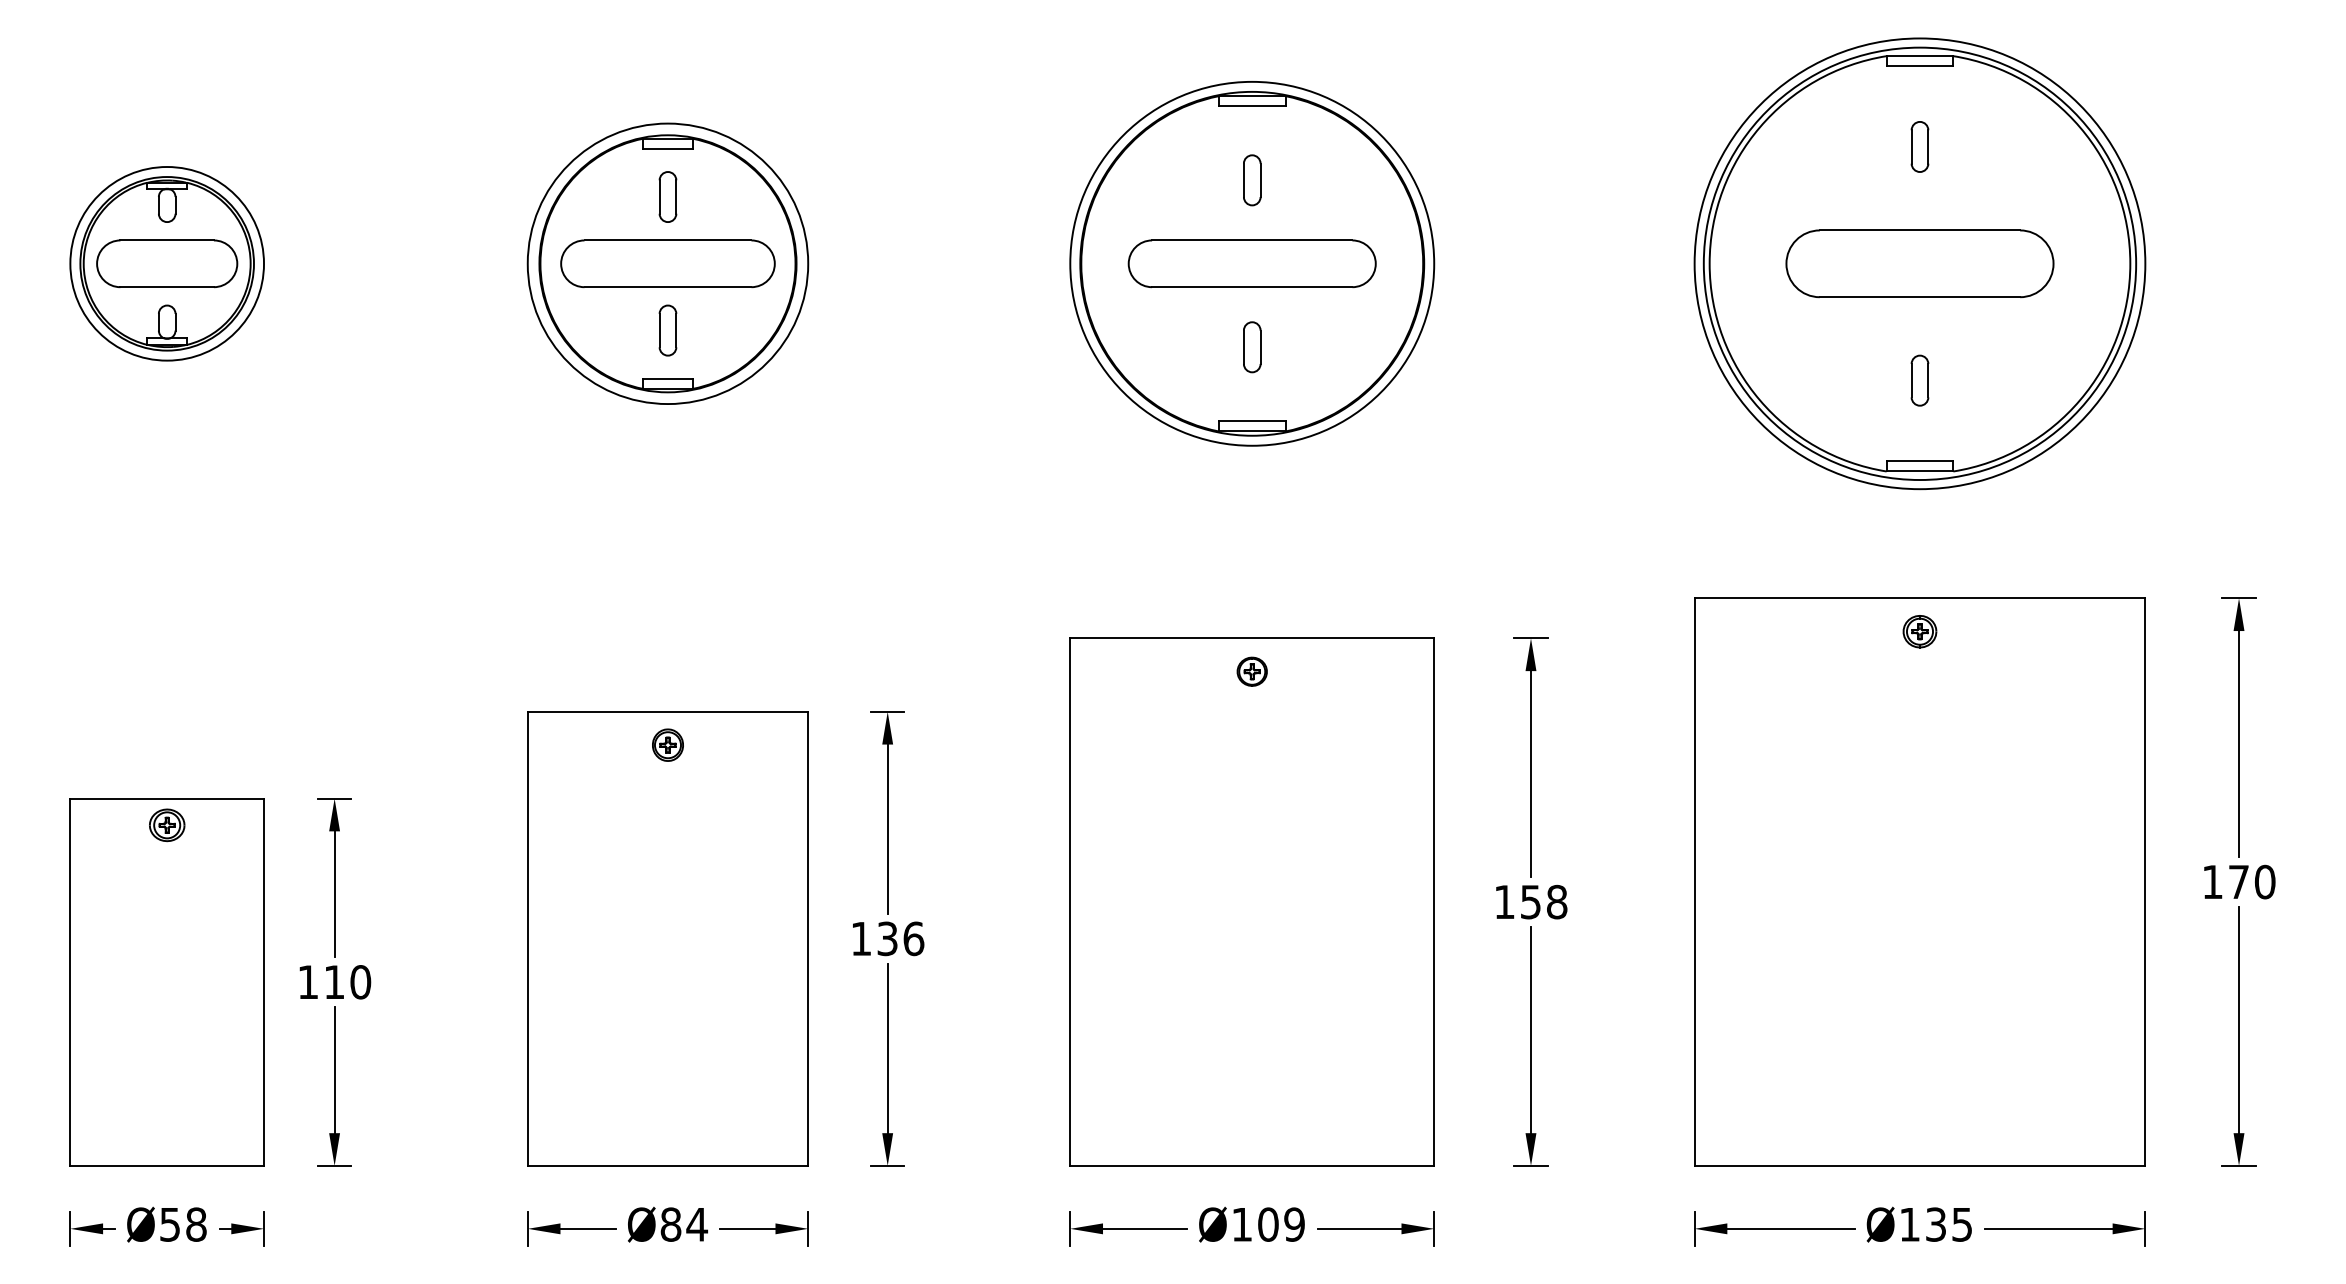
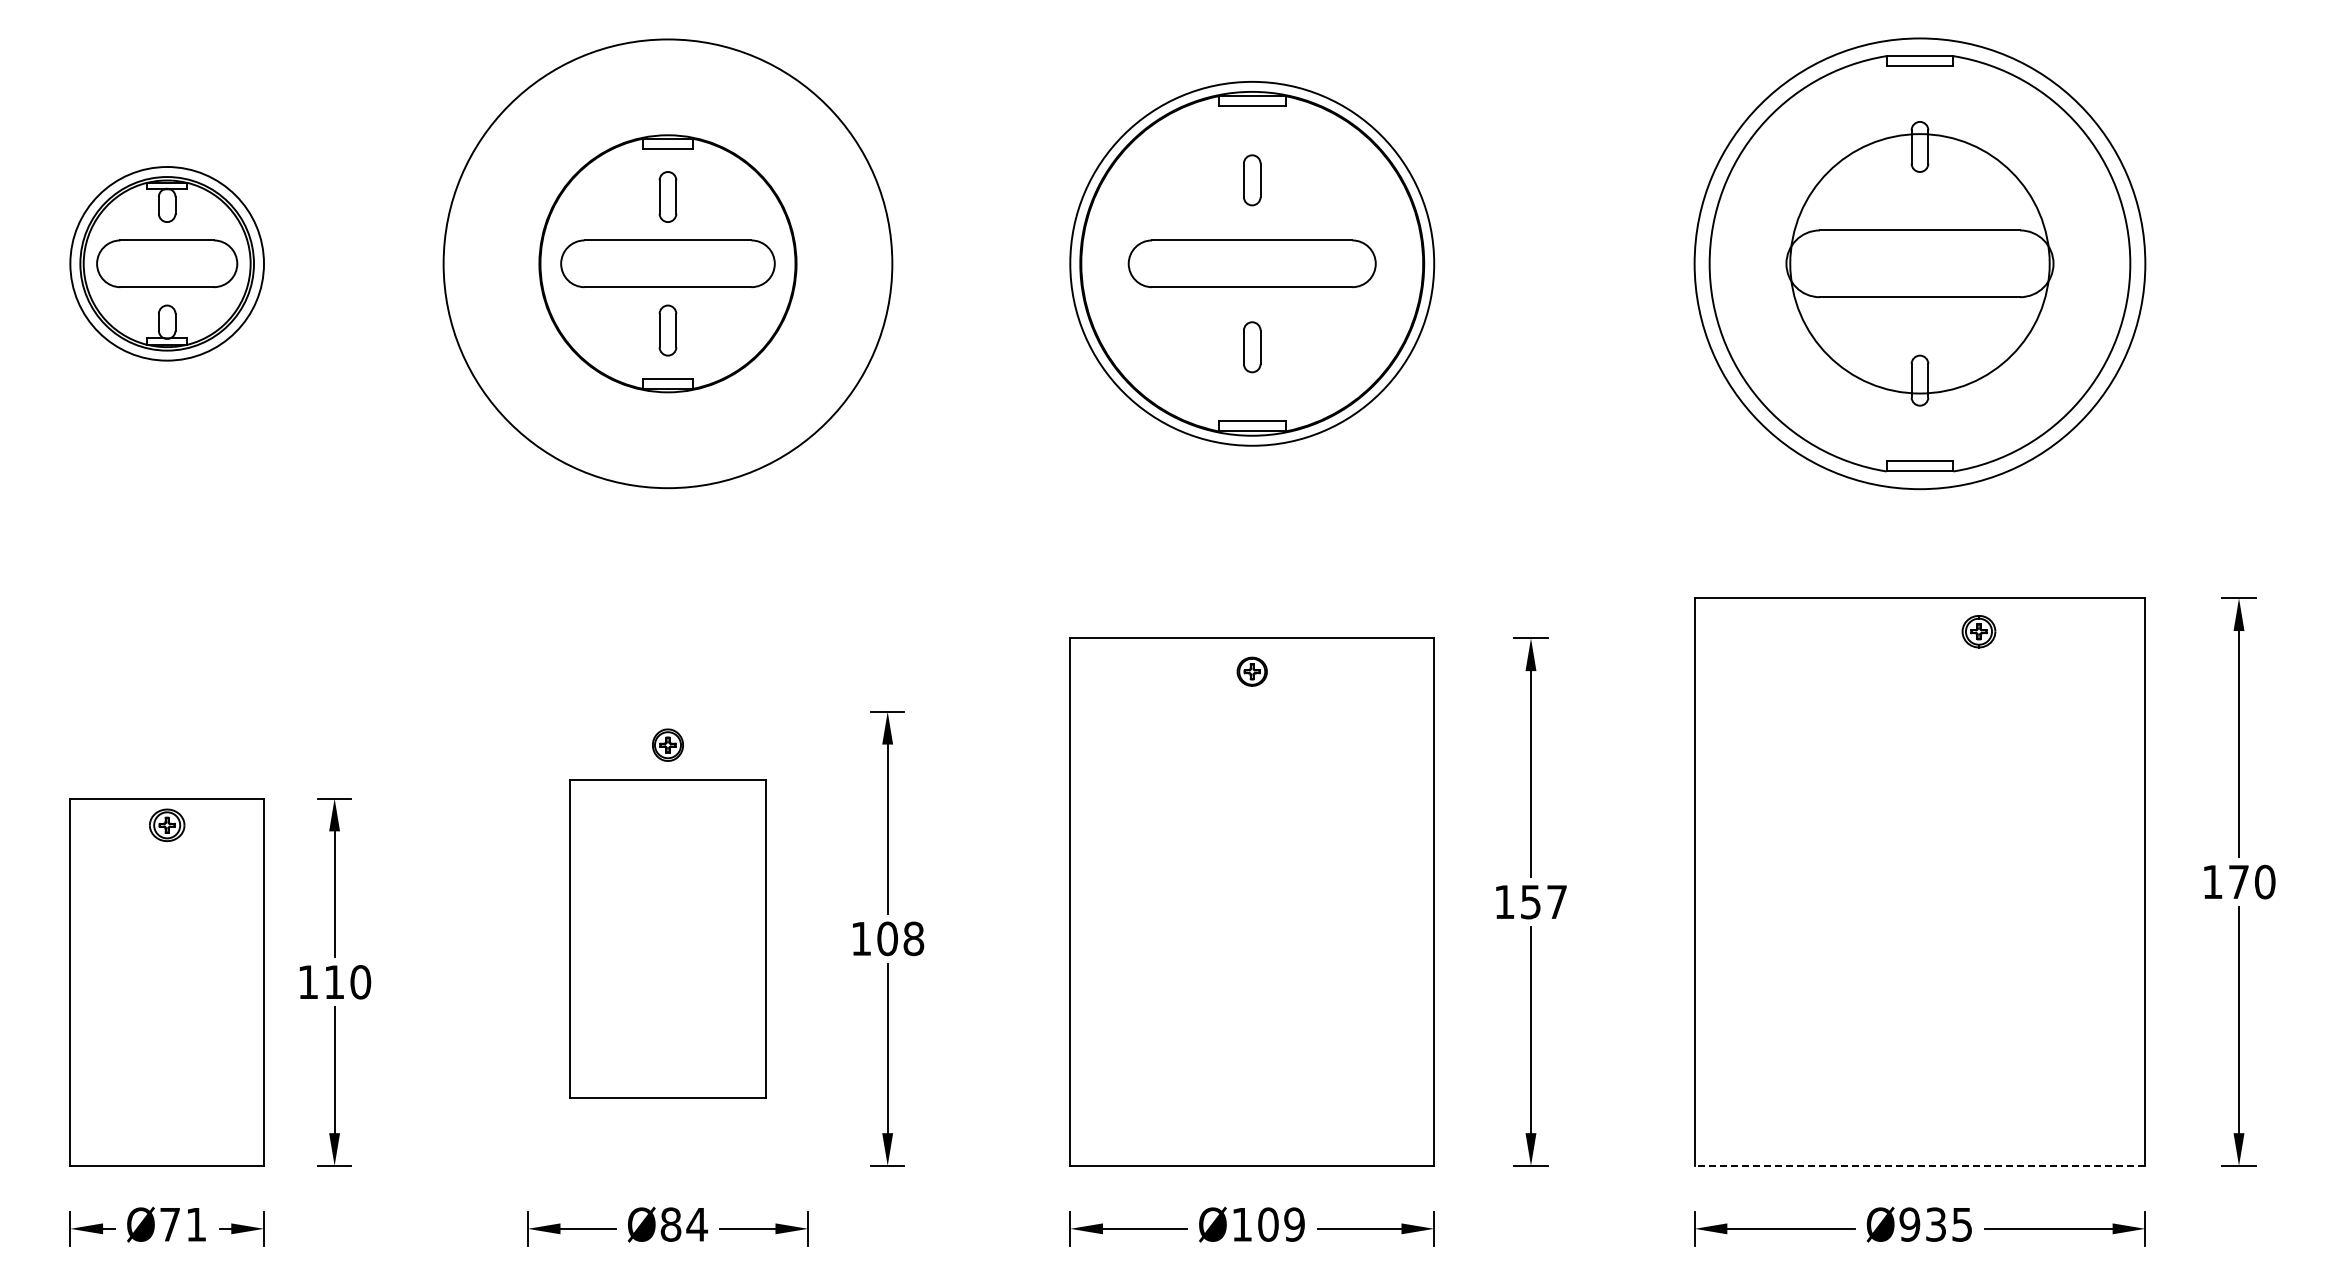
circle at (667, 263) diameter: 280 px -> 449 px
circle at (1919, 263) diameter: 432 px -> 259 px
part at (1919, 631) position: (1919, 631) -> (1978, 631)
text at (1557, 901): 158 -> 157
part at (667, 938) size: 282x456 px -> 198x320 px
text at (900, 938): 136 -> 108
line at (1919, 1165): solid -> dashed
text at (183, 1224): Ø58 -> Ø71
text at (1909, 1224): Ø135 -> Ø935
